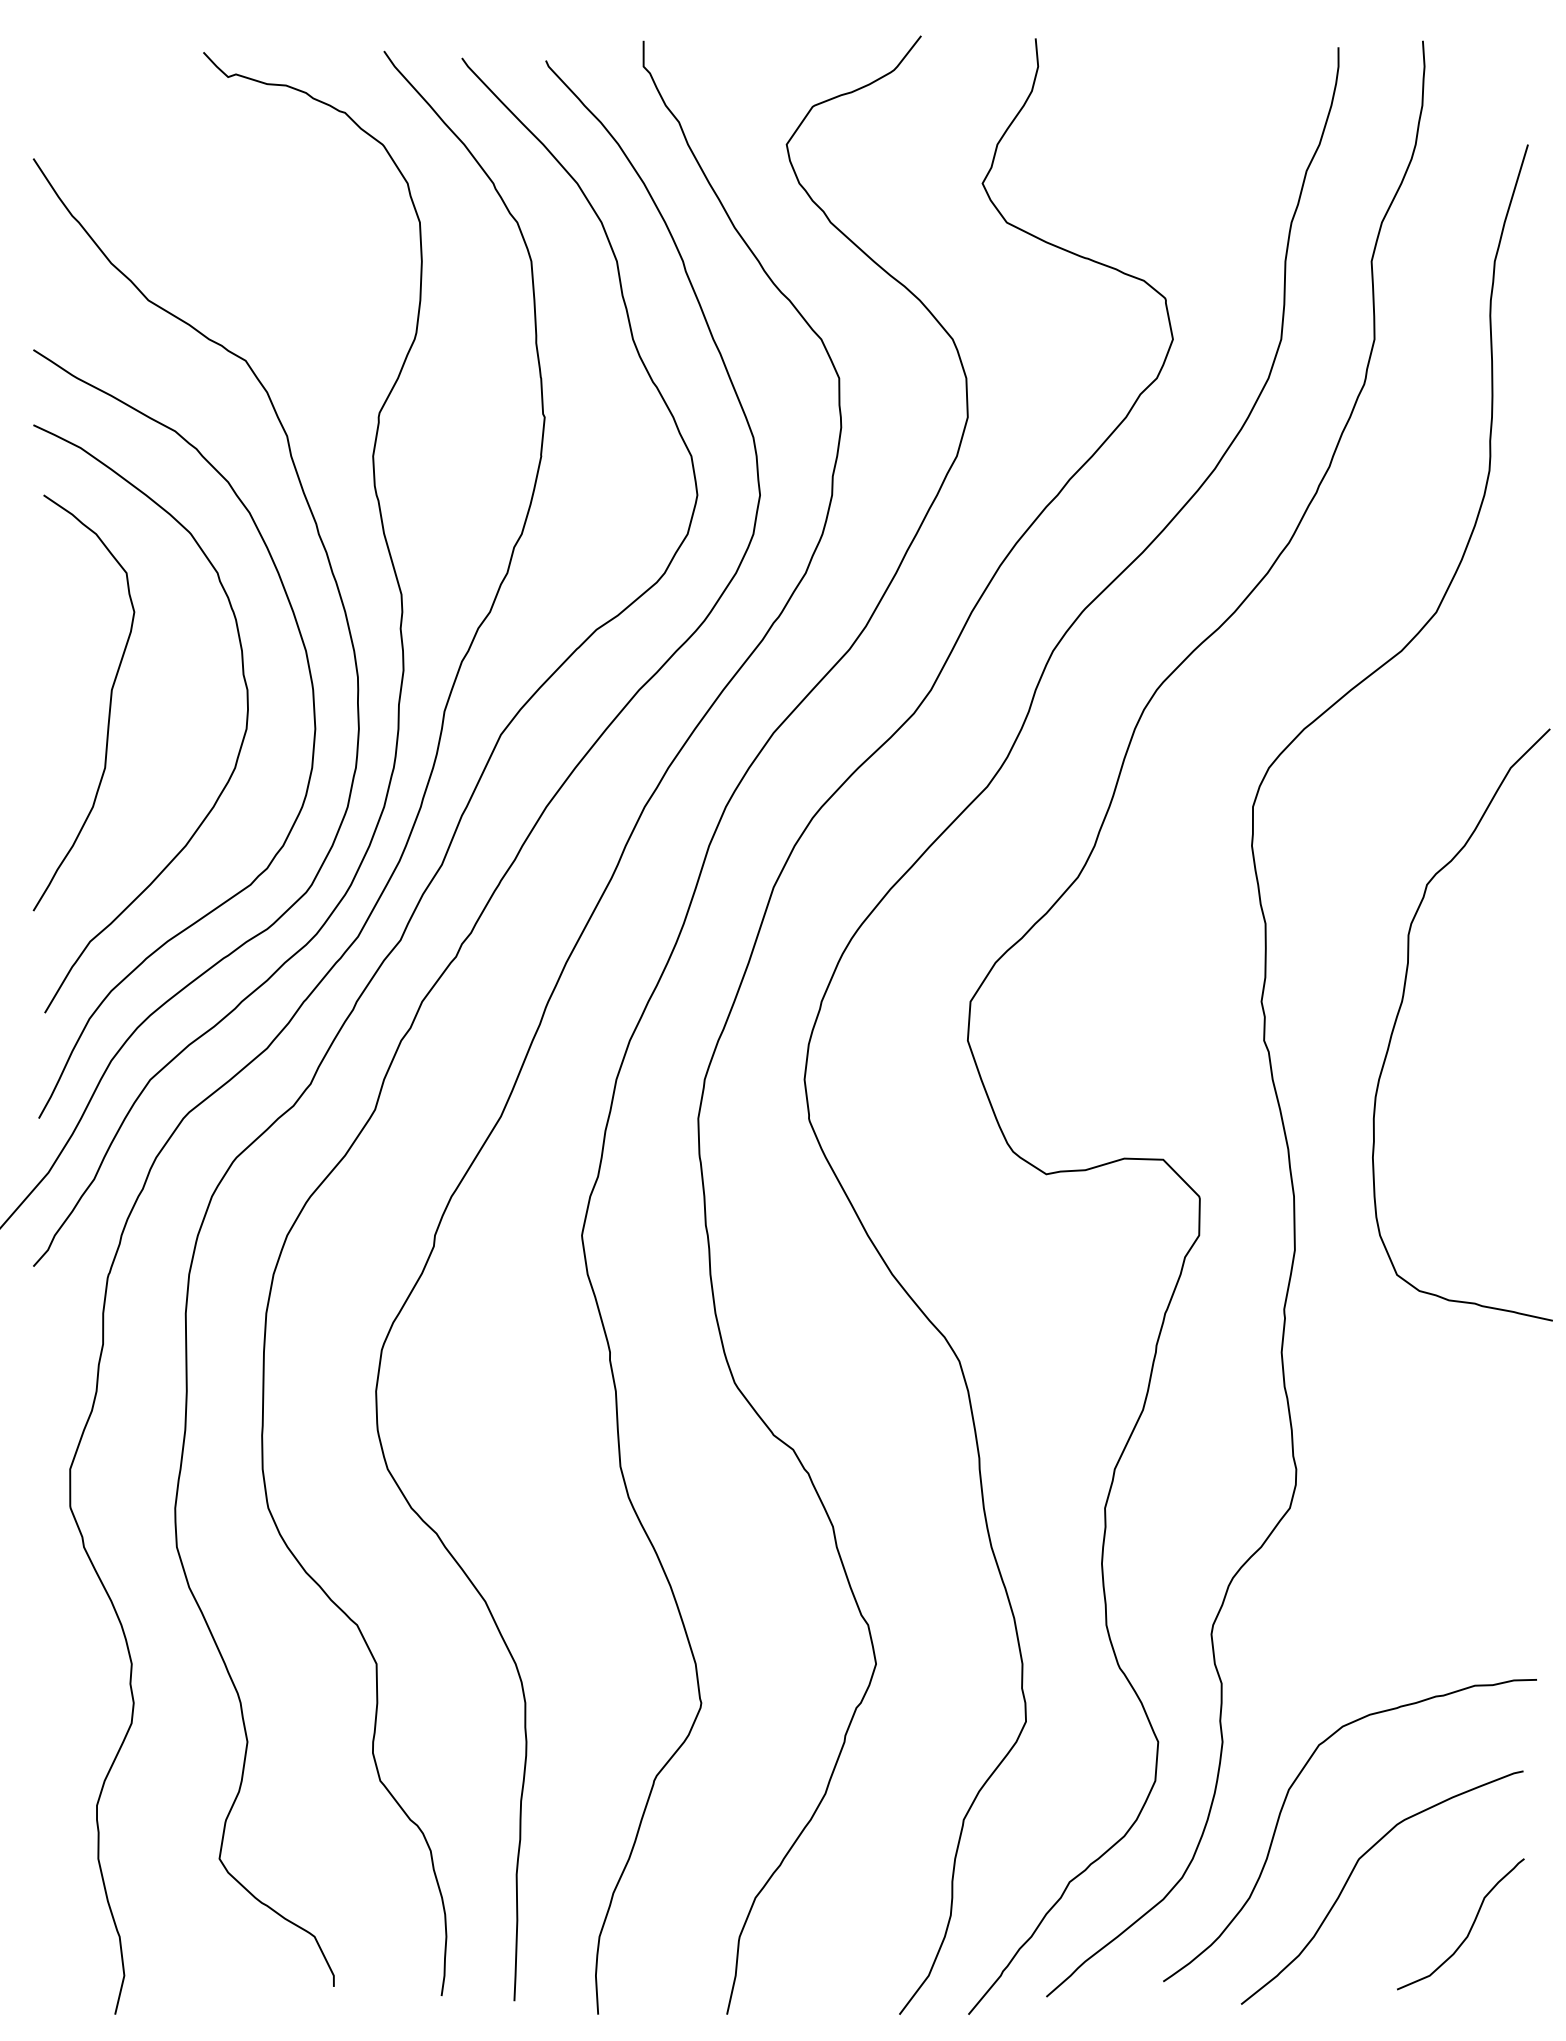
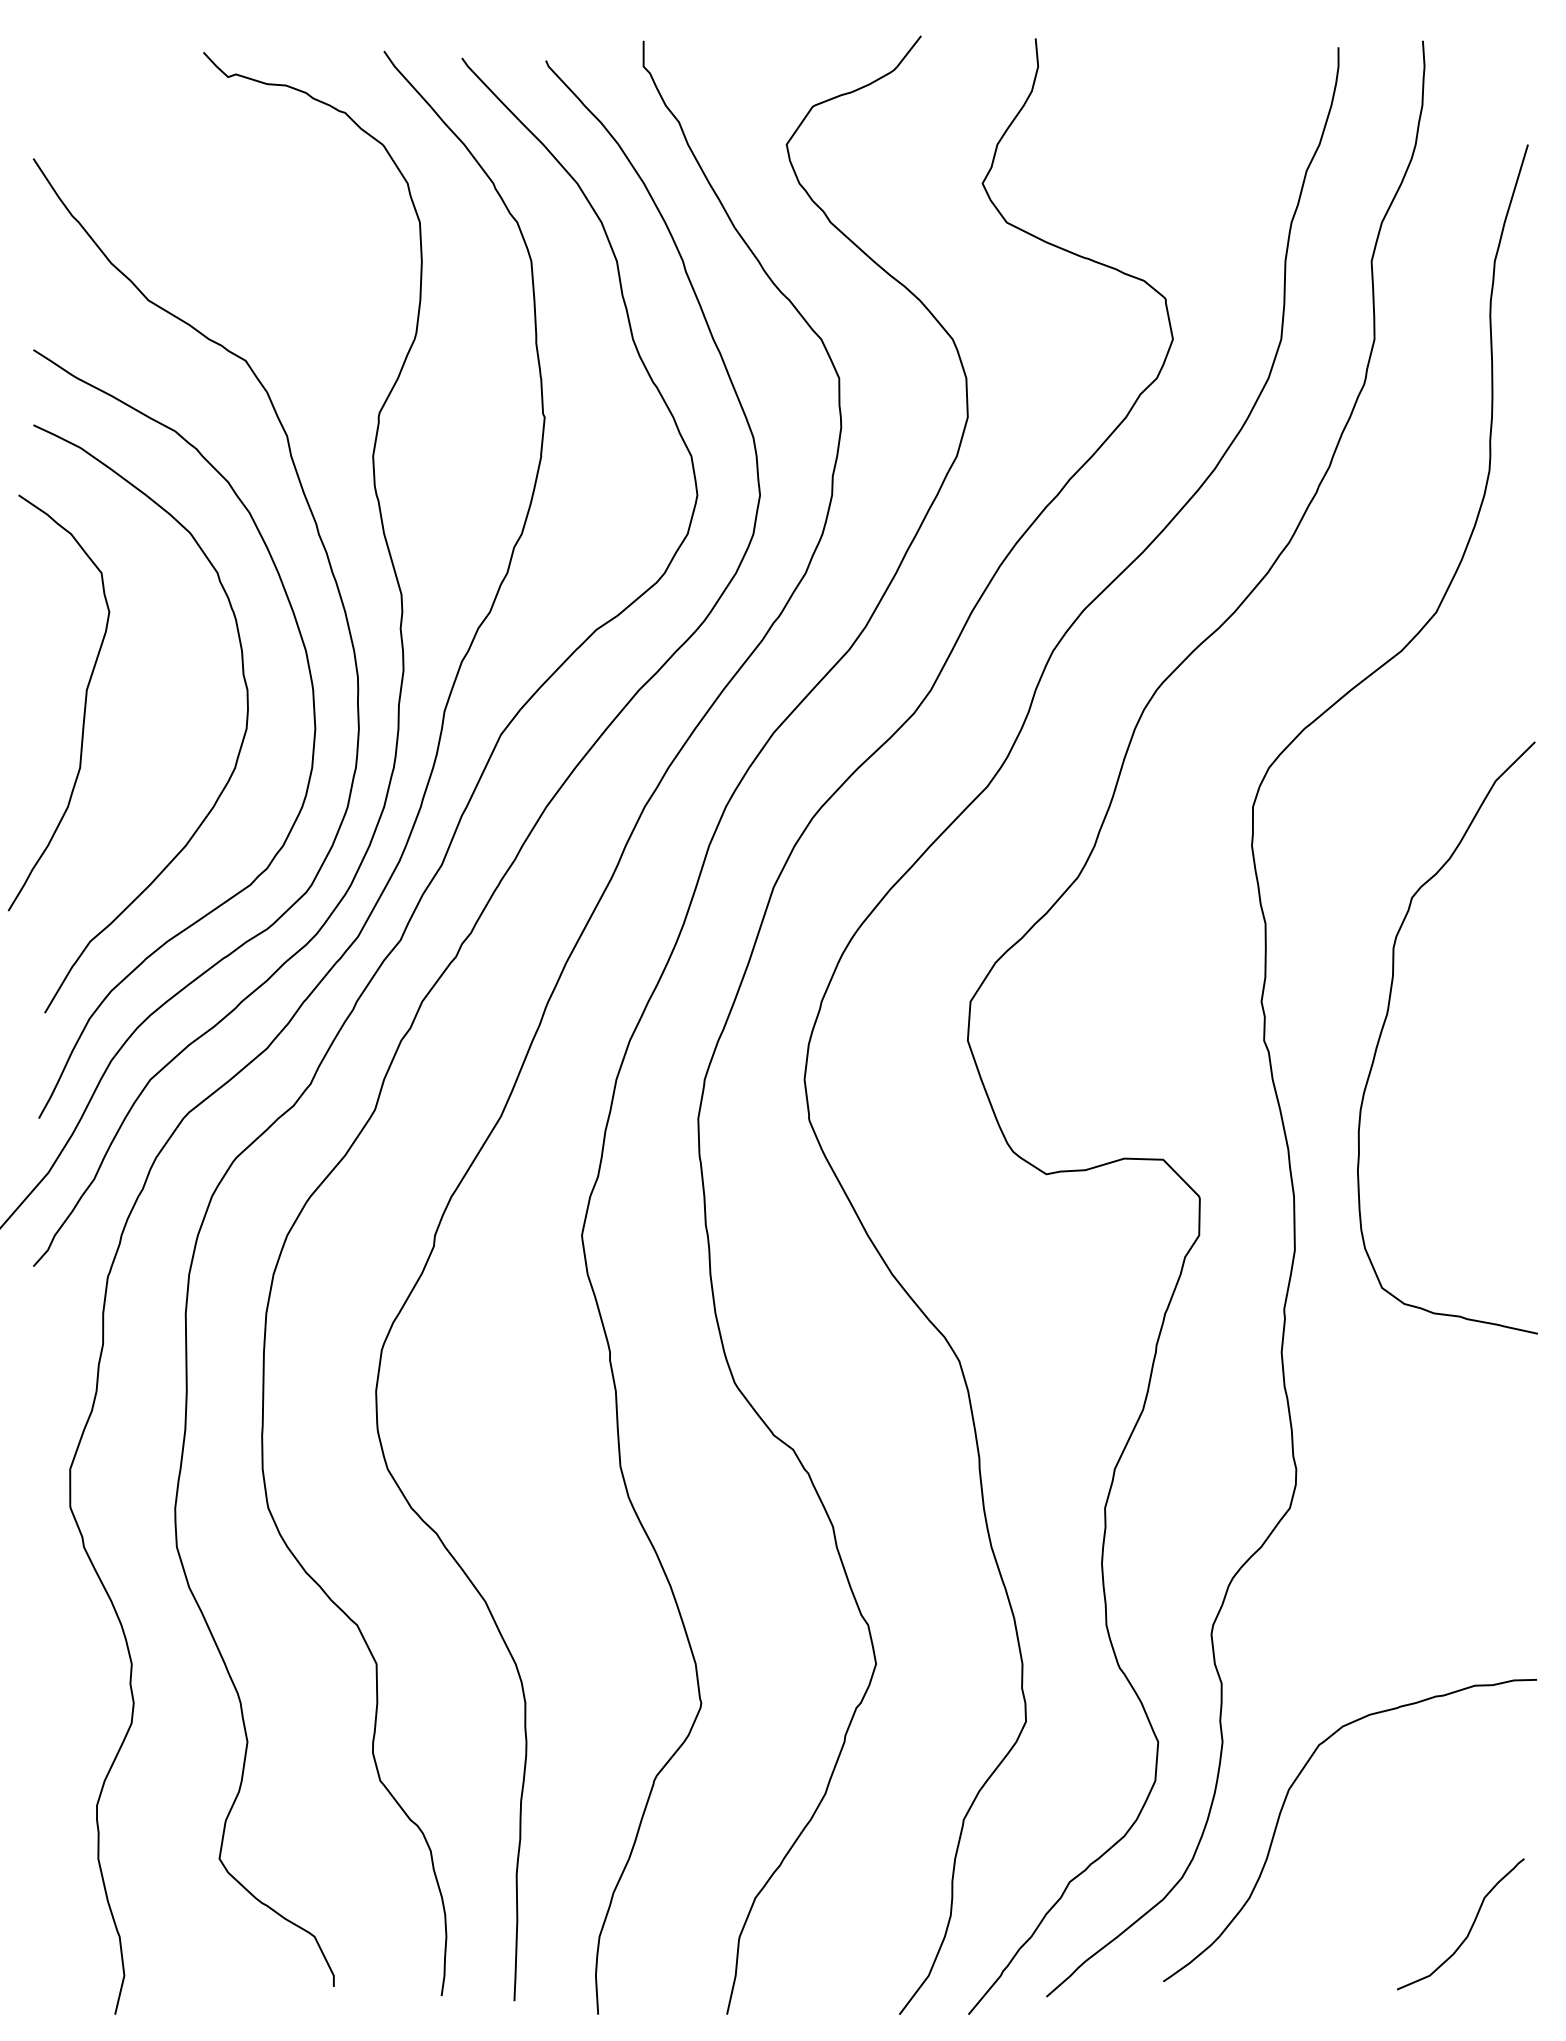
curve at (109, 702) position: (109, 702) -> (84, 702)
curve at (1402, 1004) position: (1402, 1004) -> (1387, 1017)
curve at (1352, 1873): present -> none
